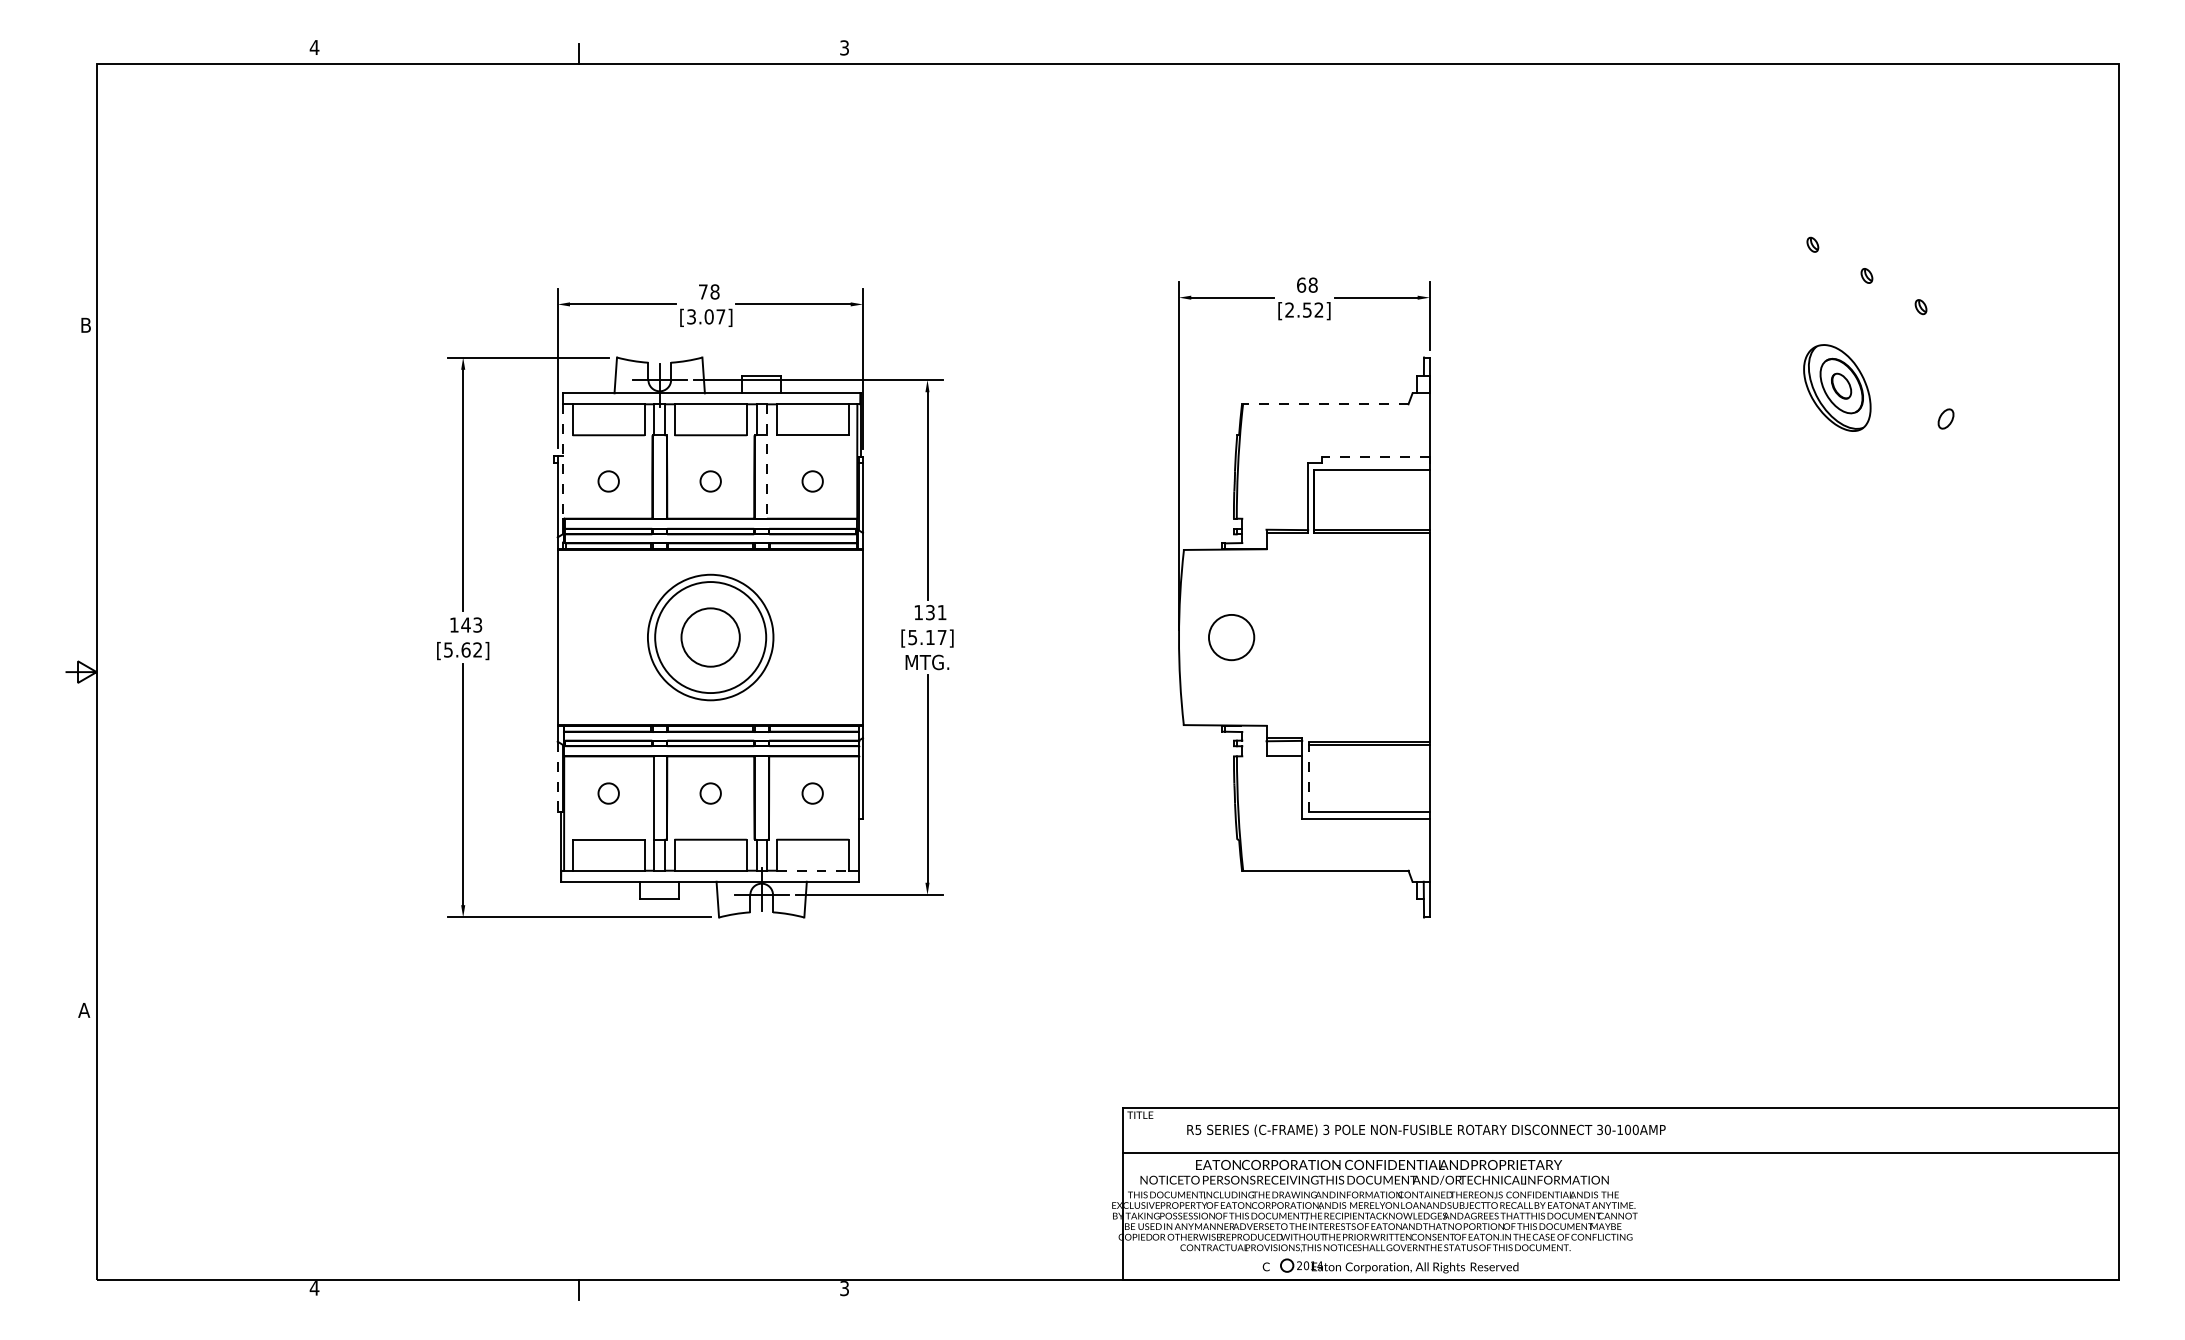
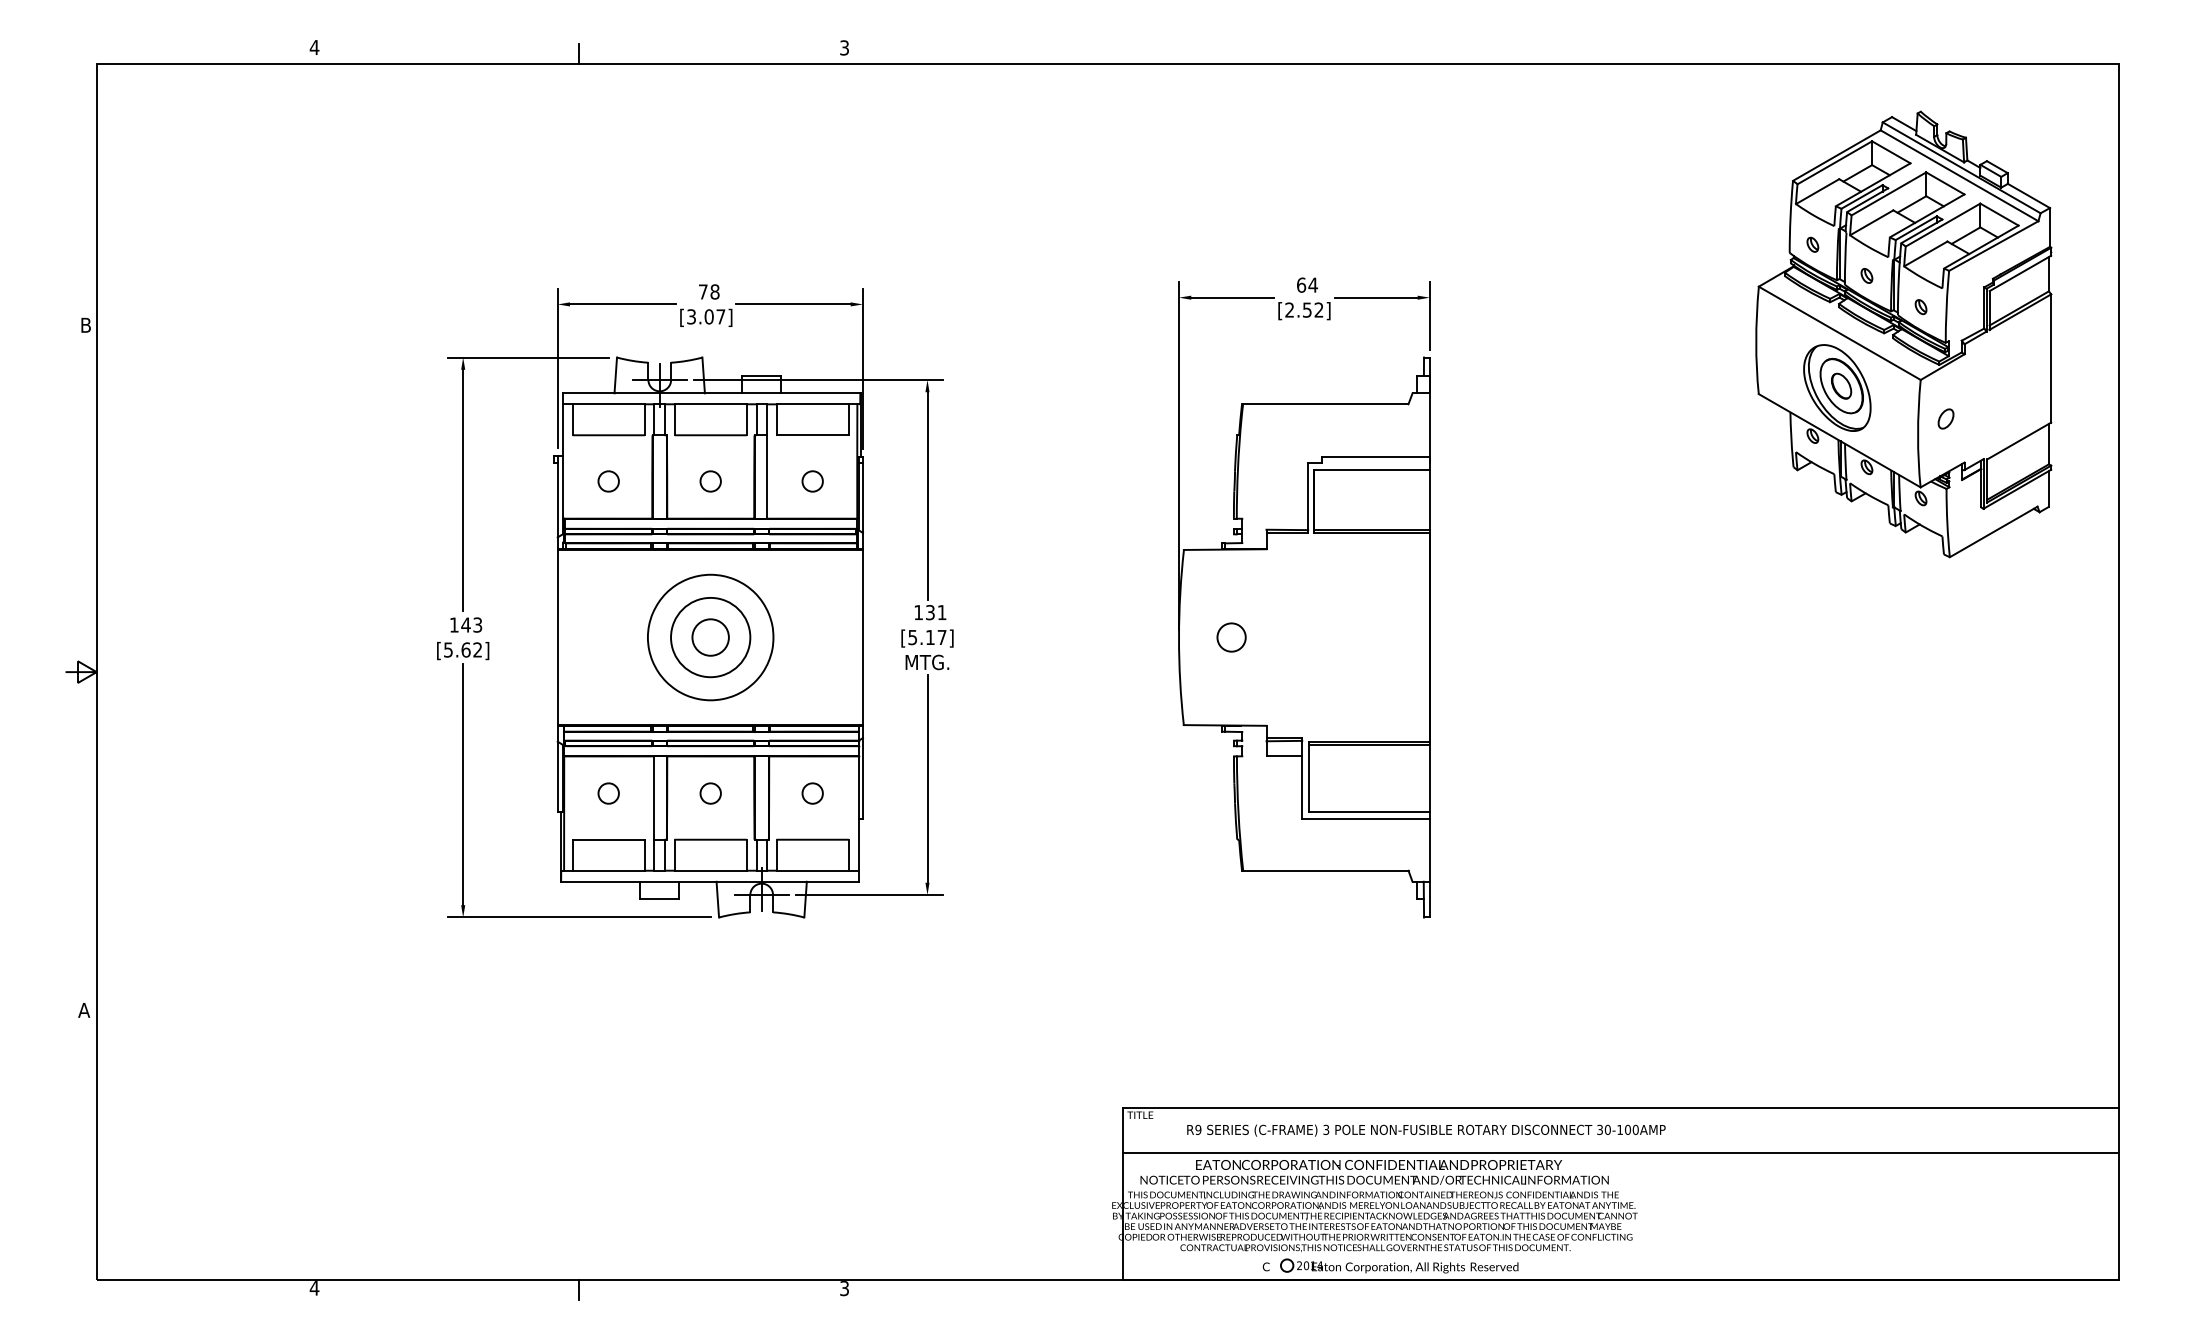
text at (1313, 284): 68 -> 64
part at (1903, 334): none -> present
line at (1325, 404): dashed -> solid
line at (1375, 456): dashed -> solid
line at (562, 461): dashed -> solid
line at (766, 461): dashed -> solid
circle at (710, 637) diameter: 111 px -> 79 px
circle at (710, 637) diameter: 58 px -> 36 px
circle at (1231, 637) diameter: 45 px -> 28 px
line at (557, 777): dashed -> solid
line at (1309, 777): dashed -> solid
line at (813, 870): dashed -> solid
text at (1198, 1129): R5 -> R9
